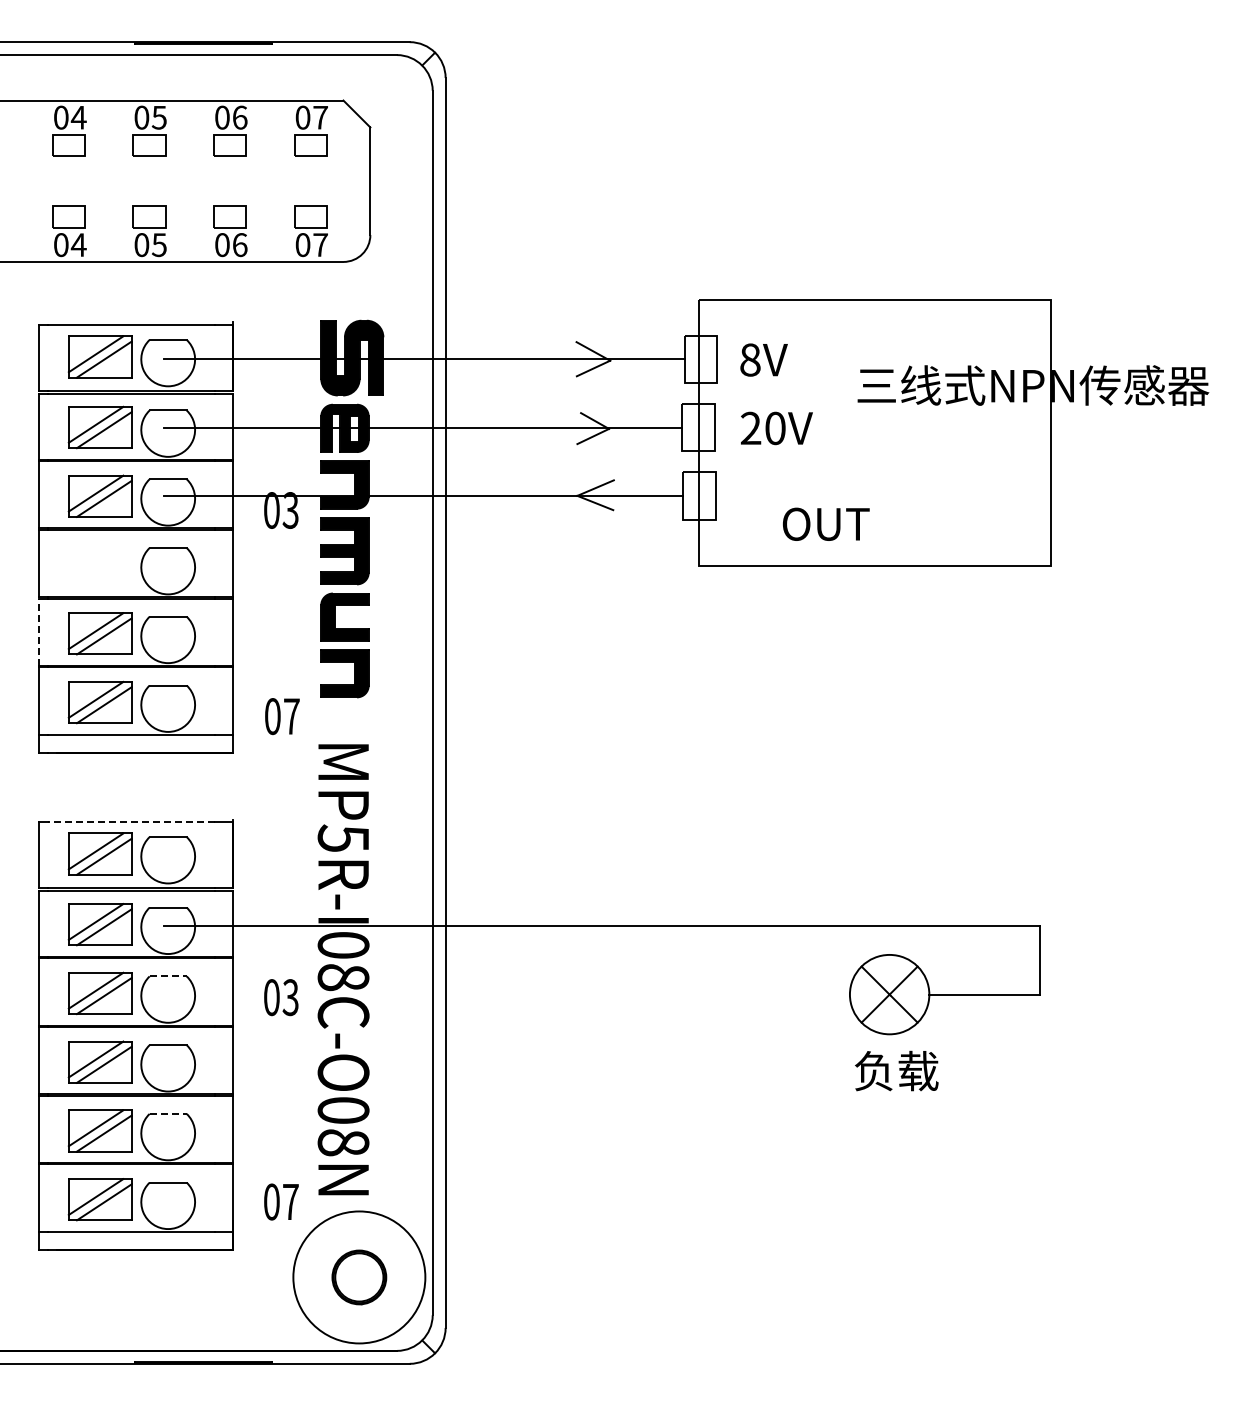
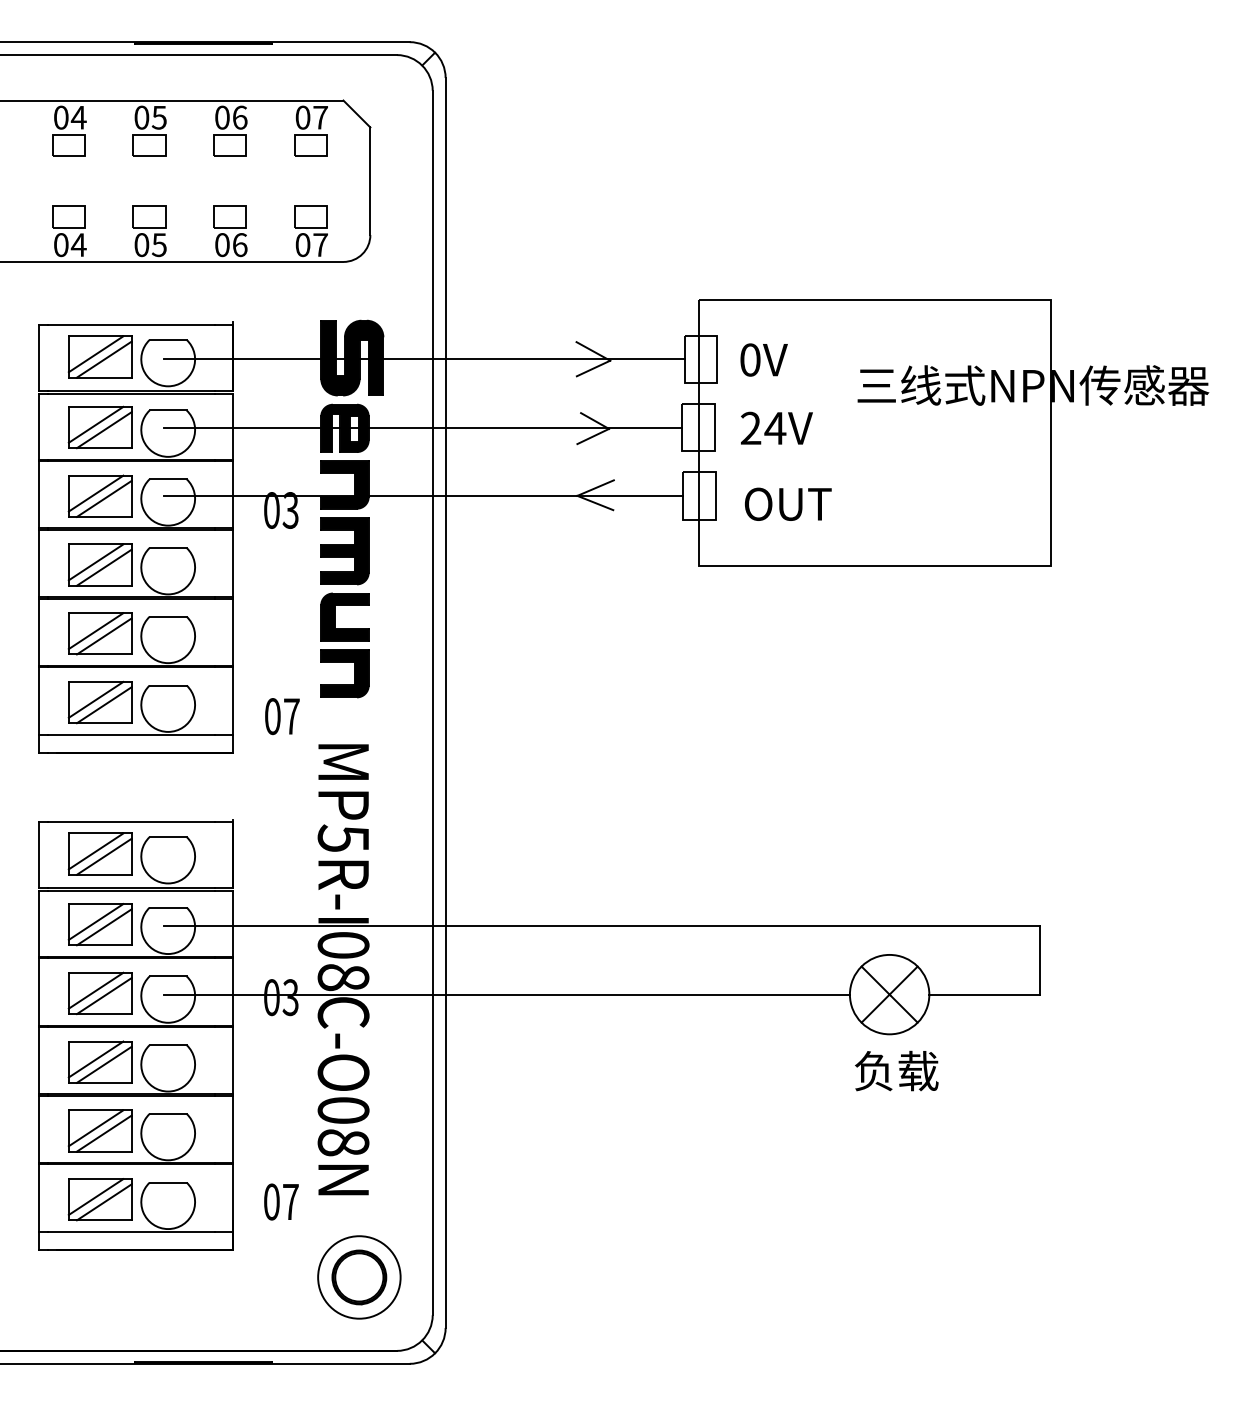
text at (750, 359): 8V -> 0V
text at (775, 428): 20V -> 24V
text at (826, 523) position: (826, 523) -> (788, 503)
part at (99, 564): none -> present
line at (39, 632): dashed -> solid
line at (131, 821): dashed -> solid
line at (168, 976): dashed -> solid
line at (506, 994): none -> present
line at (168, 1113): dashed -> solid
circle at (359, 1277) diameter: 132 px -> 82 px
